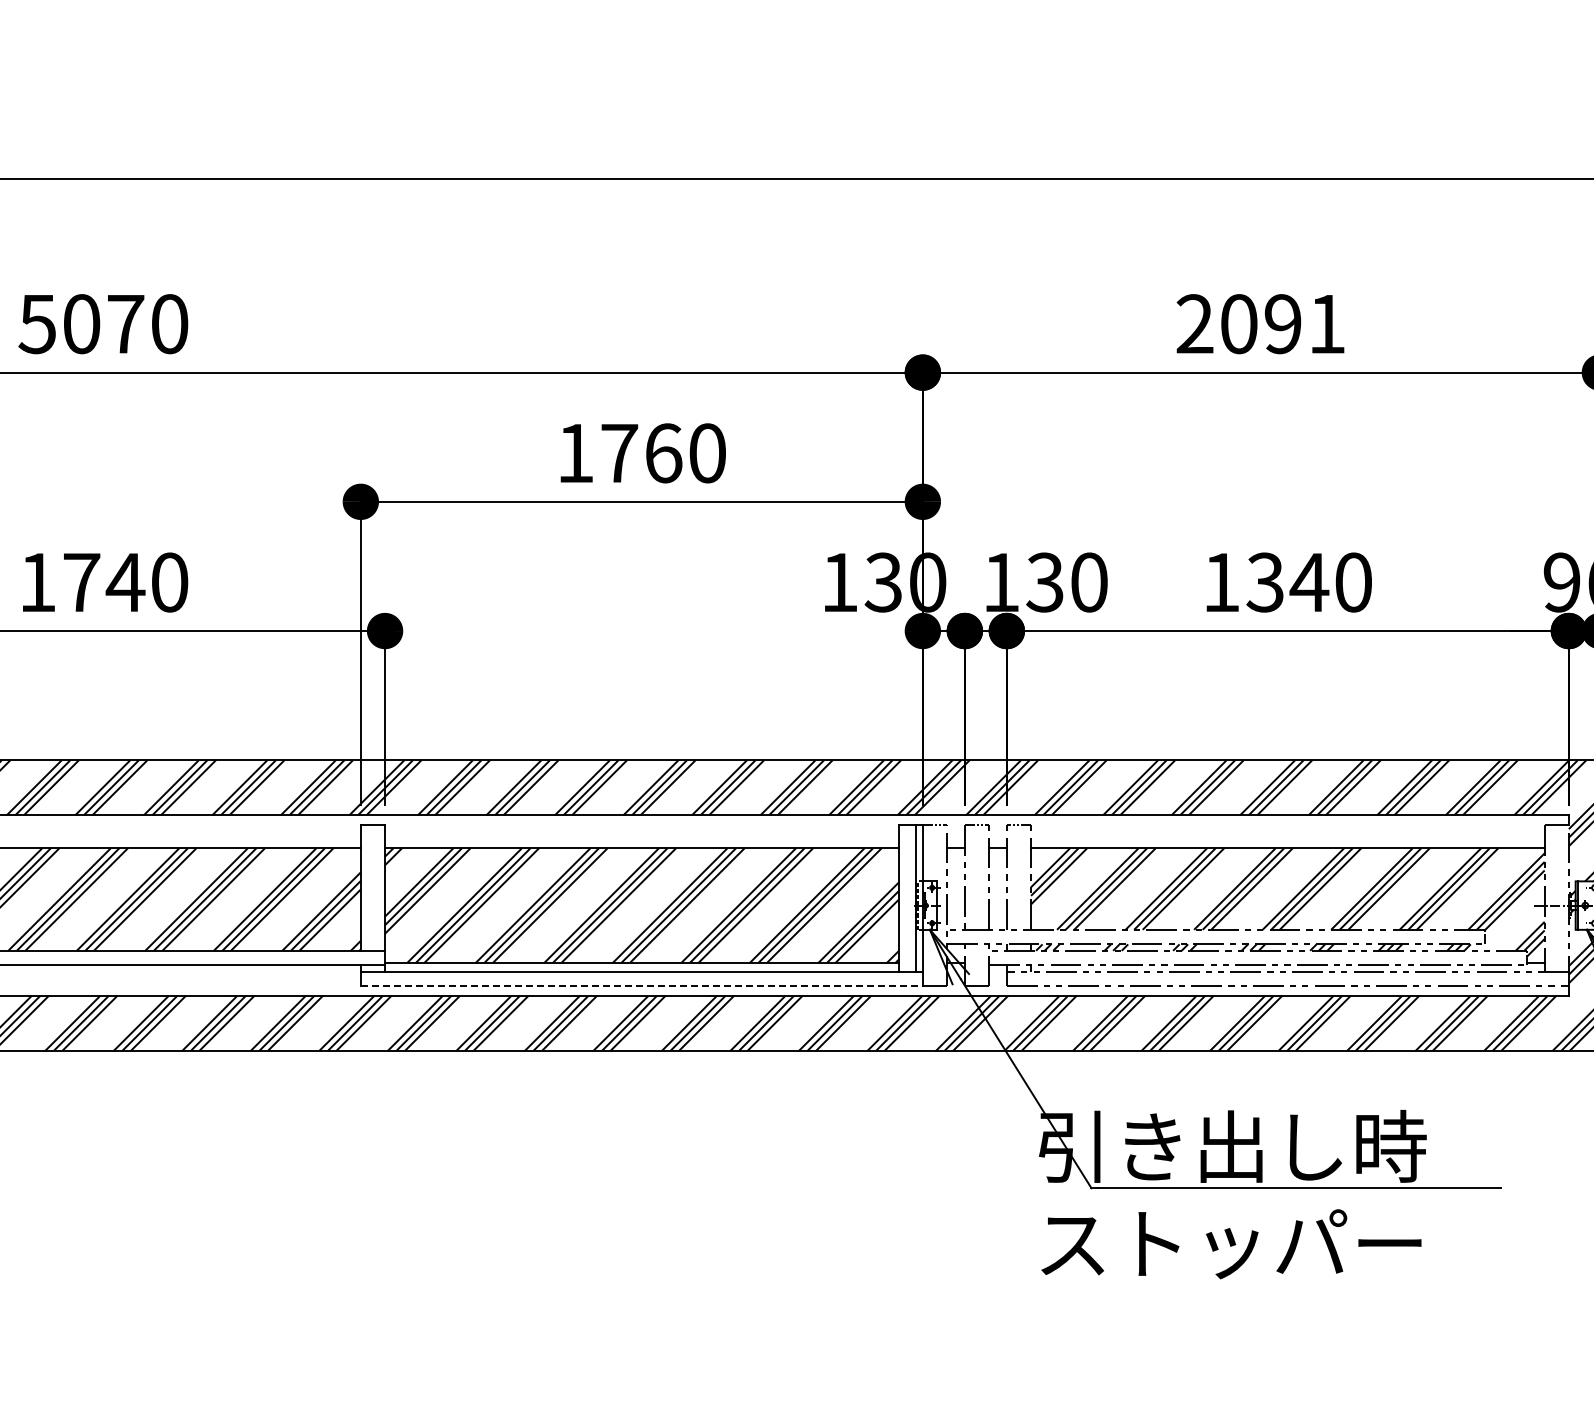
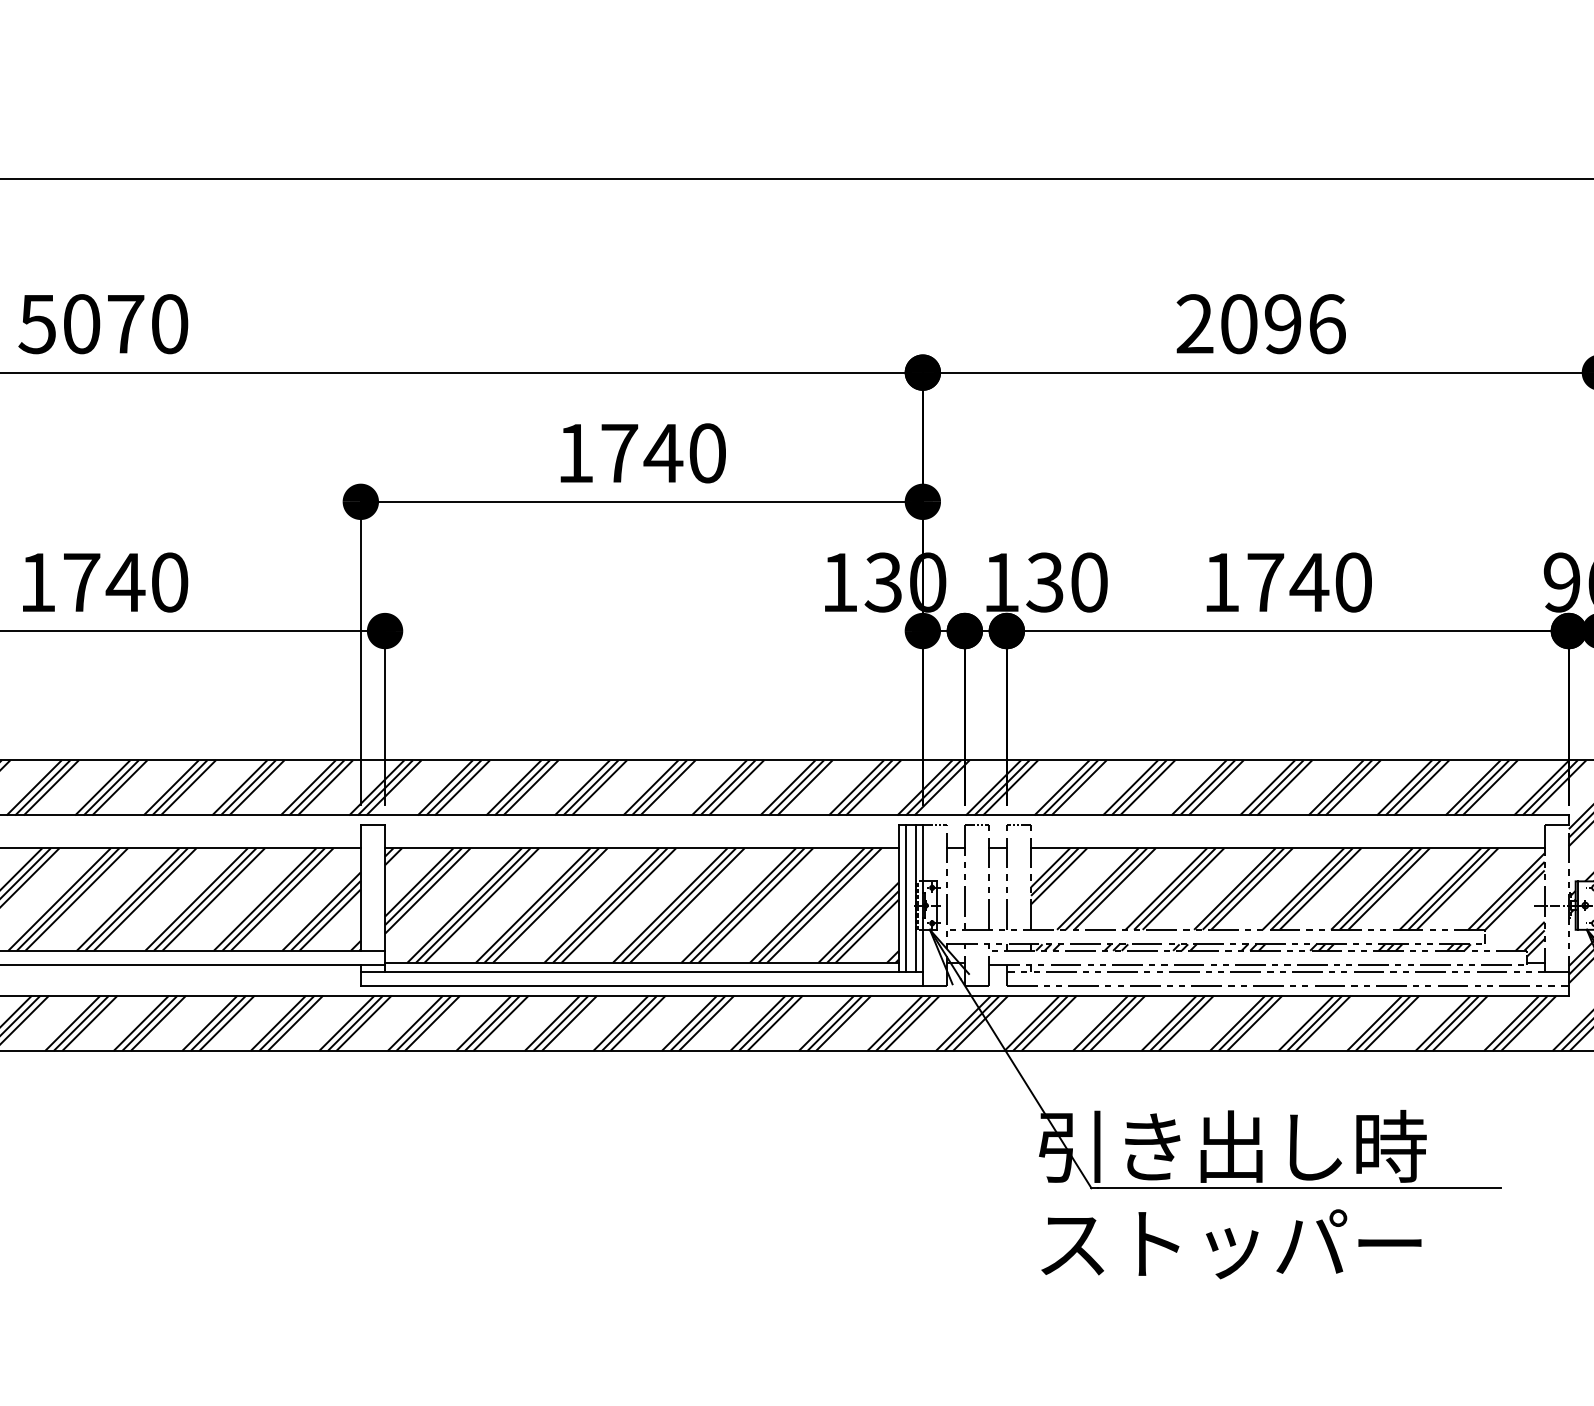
text at (1327, 324): 2091 -> 2096
text at (663, 453): 1760 -> 1740
text at (1265, 582): 1340 -> 1740
line at (905, 897): none -> present
line at (642, 986): dashed -> solid
